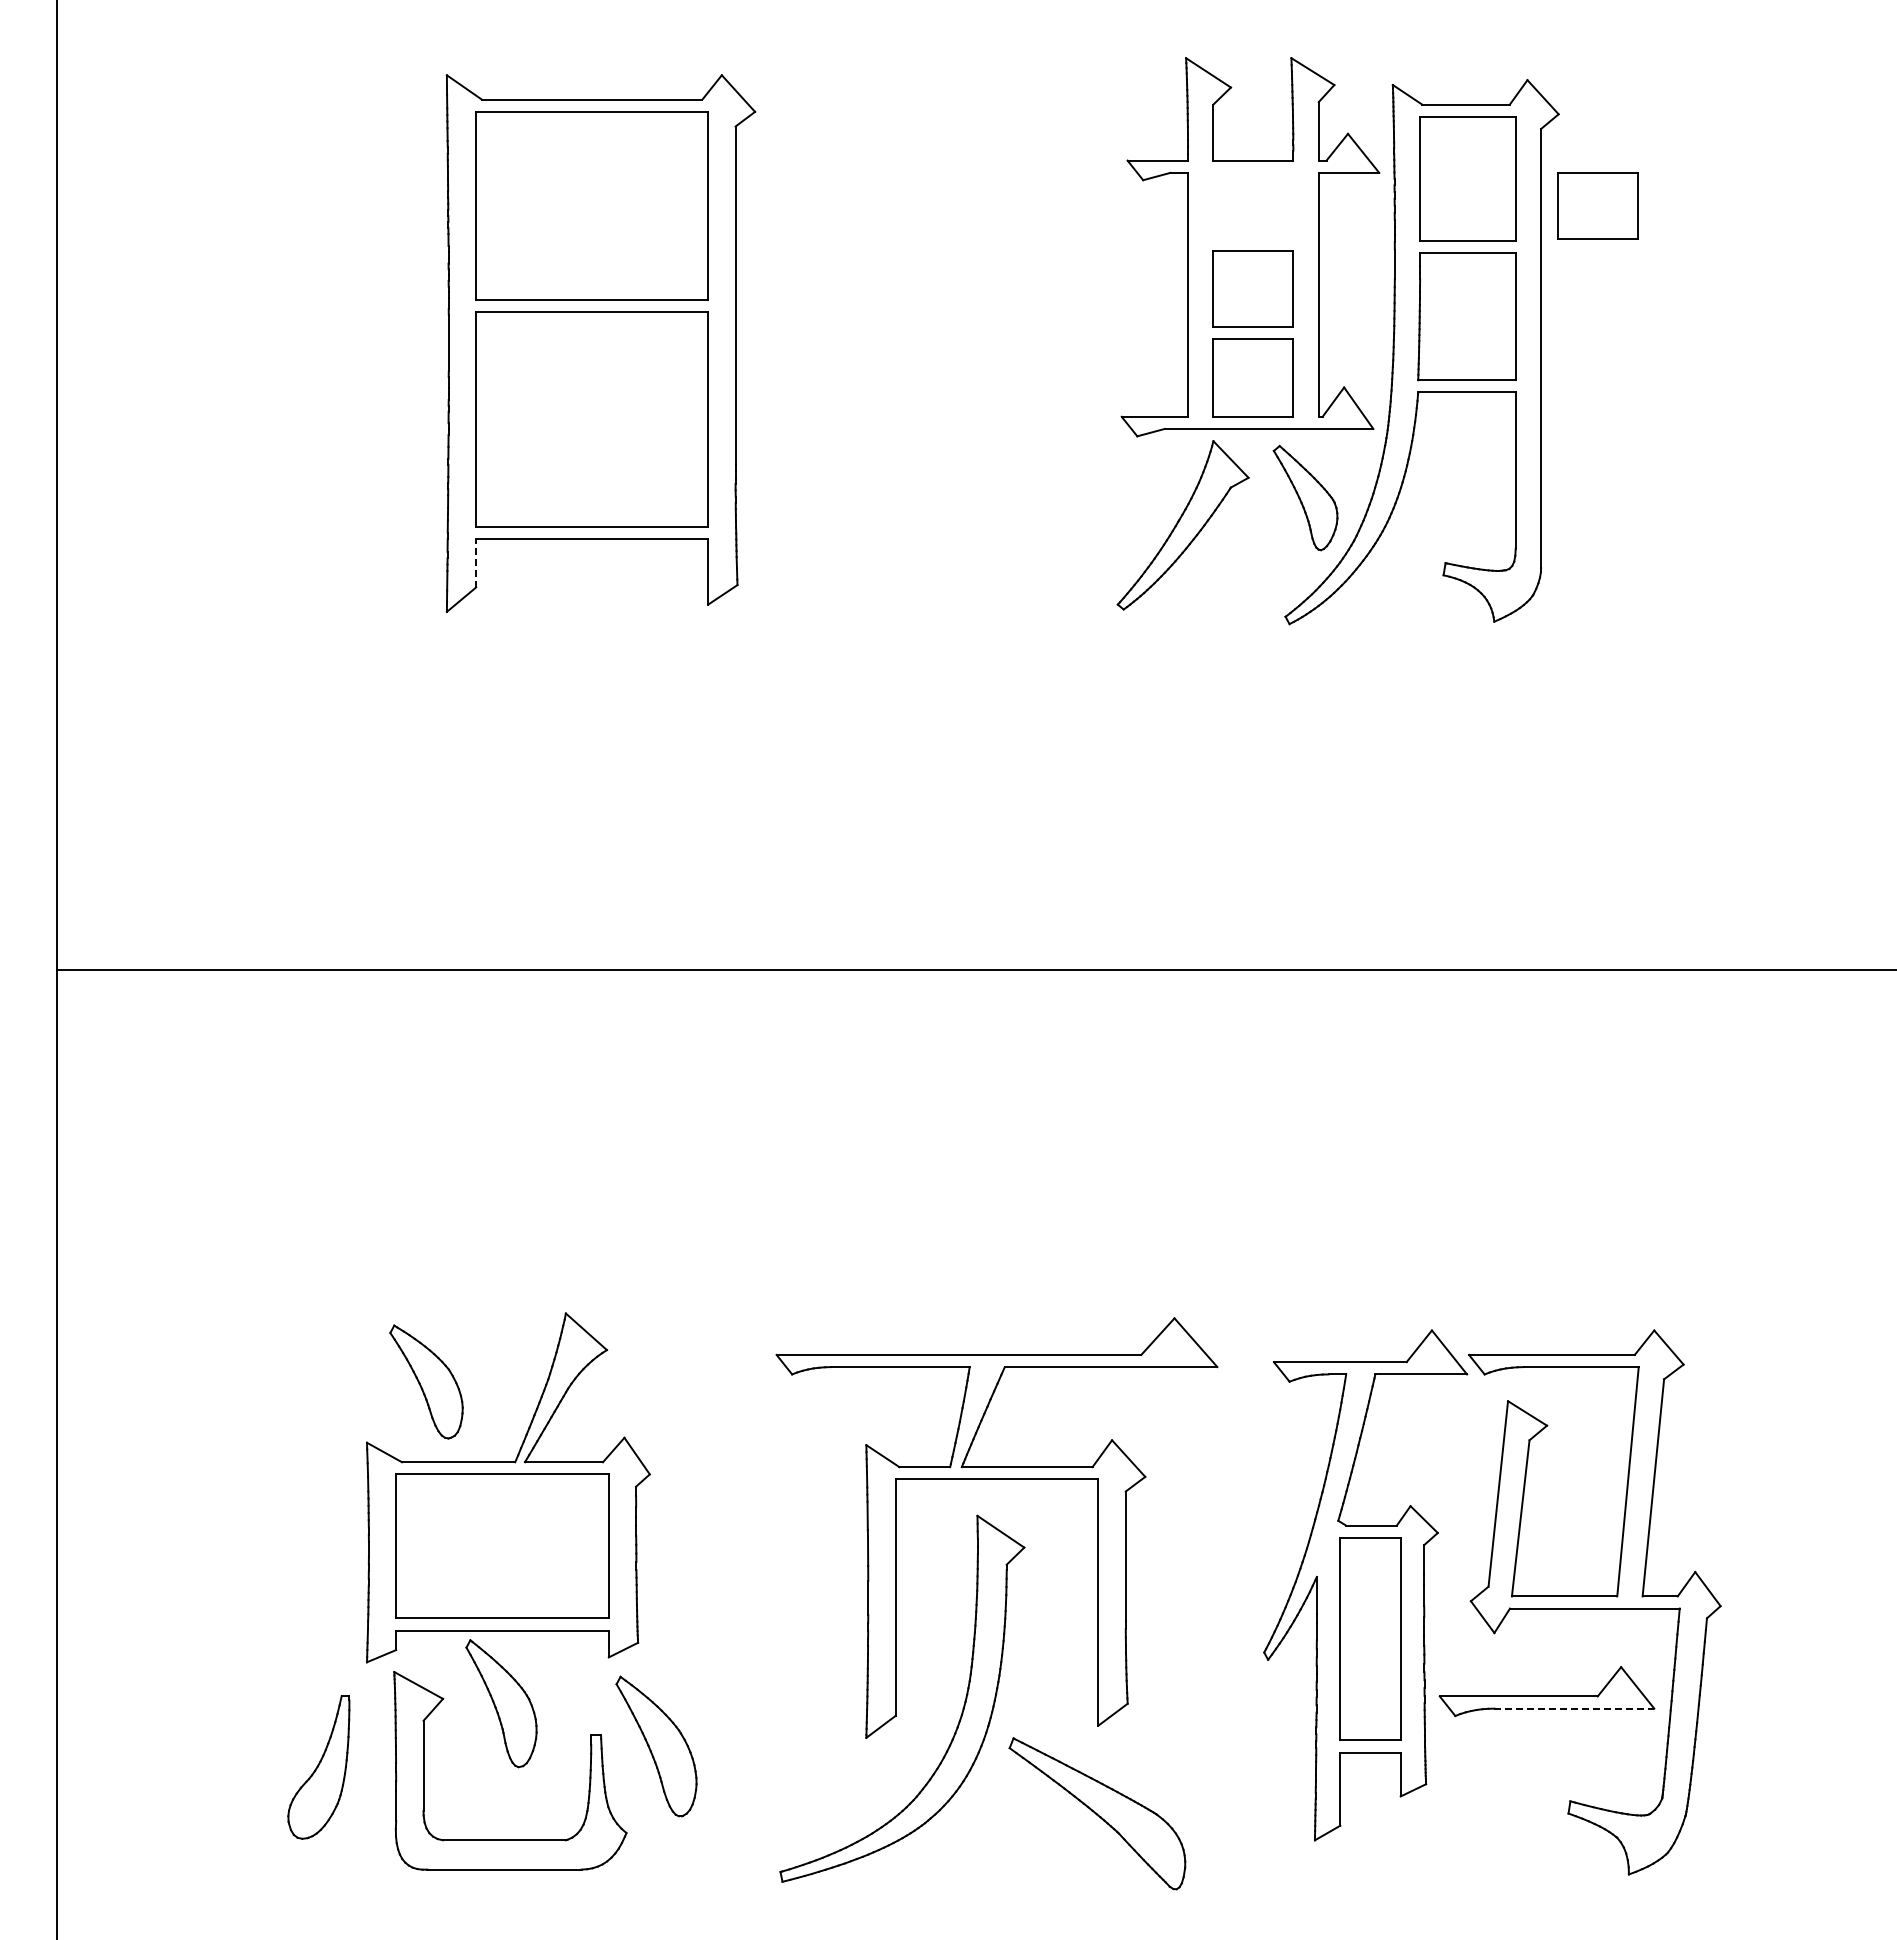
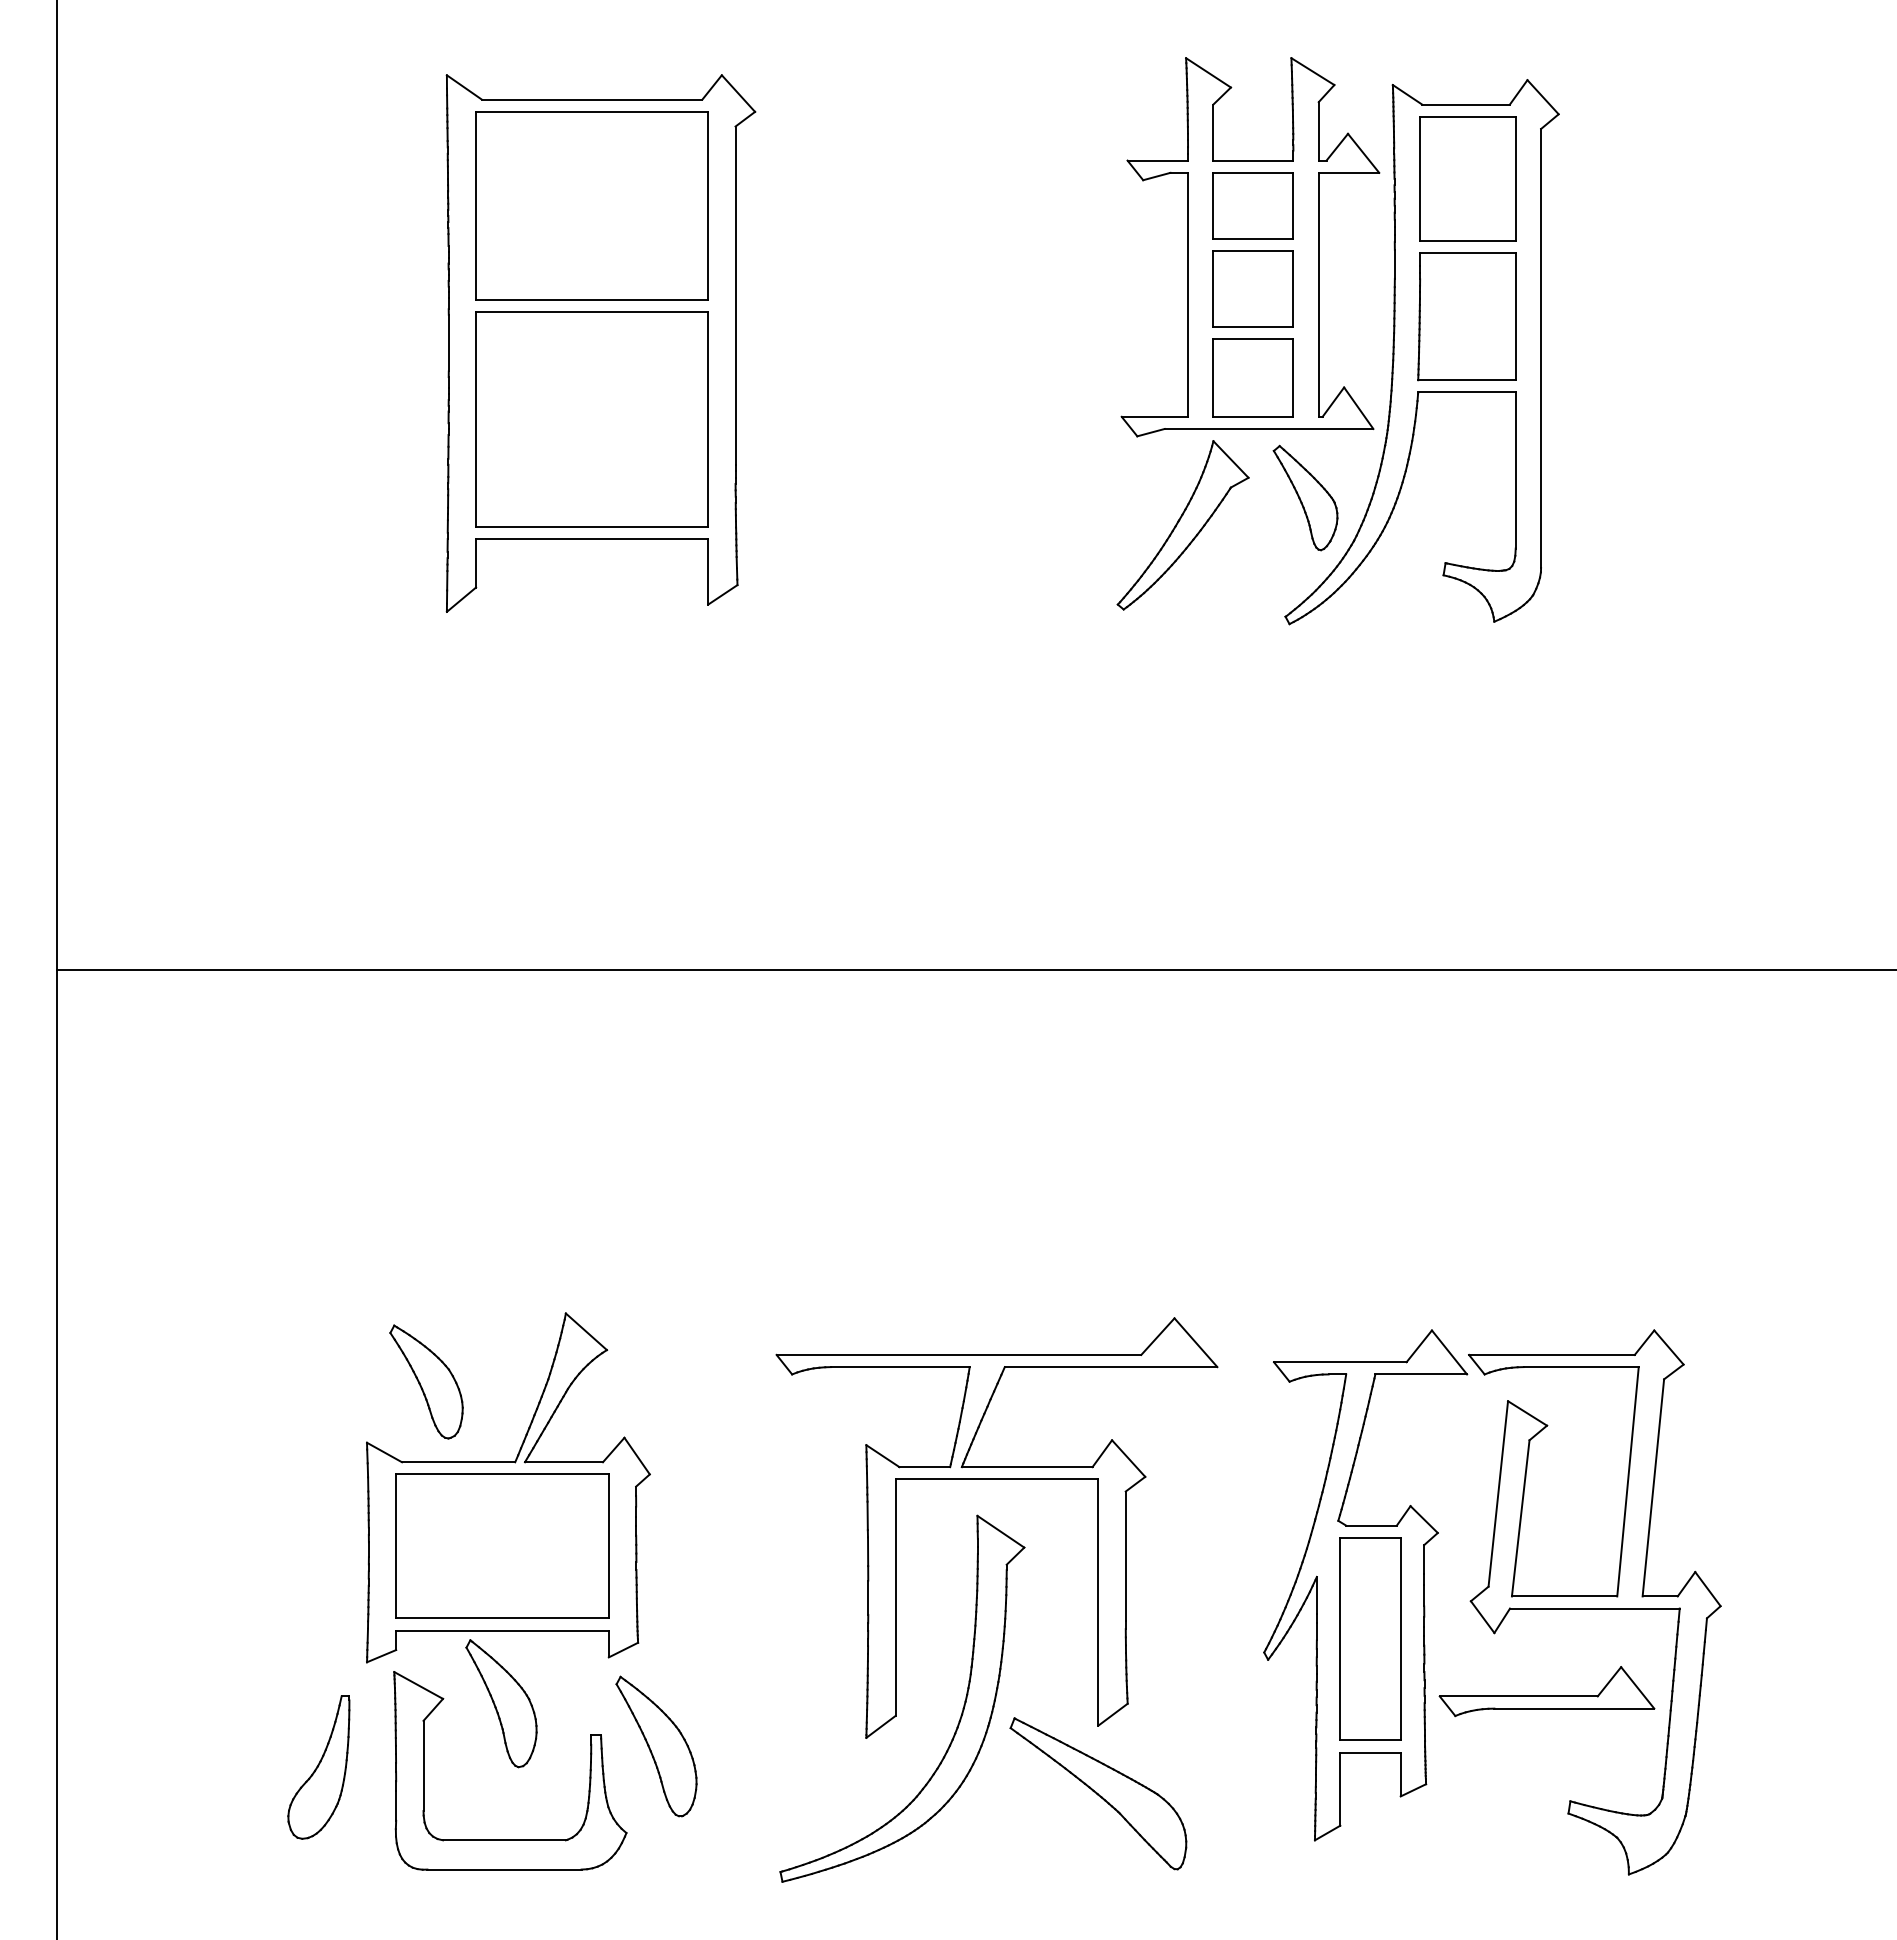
part at (1597, 205) position: (1597, 205) -> (1252, 205)
line at (476, 562): dashed -> solid
line at (1574, 1708): dashed -> solid
part at (1097, 1813) position: (1097, 1813) -> (1098, 1793)
